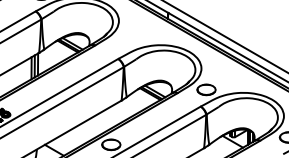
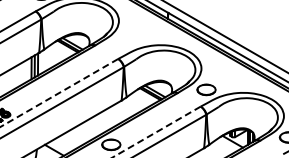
line at (59, 92): solid -> dashed
line at (156, 132): solid -> dashed
